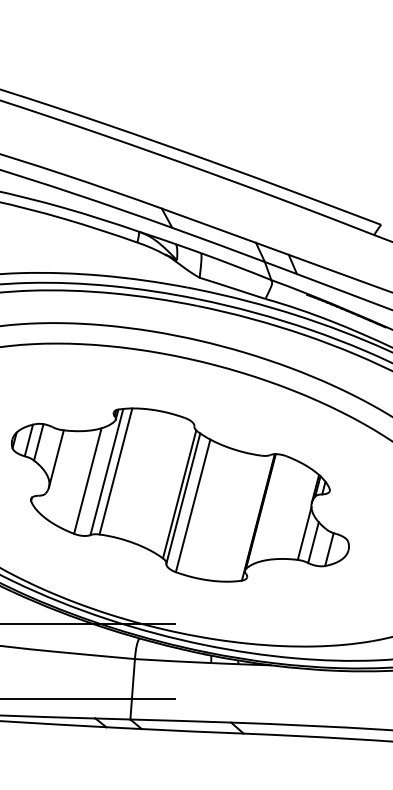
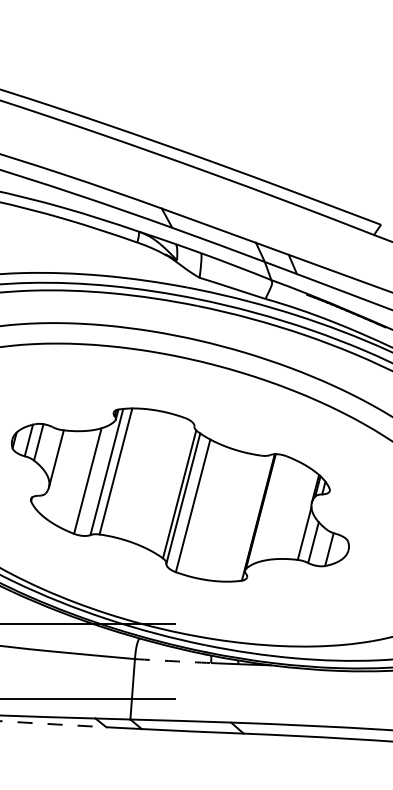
arc at (173, 661): solid -> dashed
arc at (52, 724): solid -> dashed
